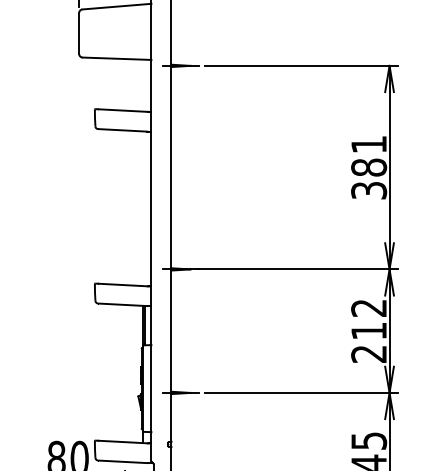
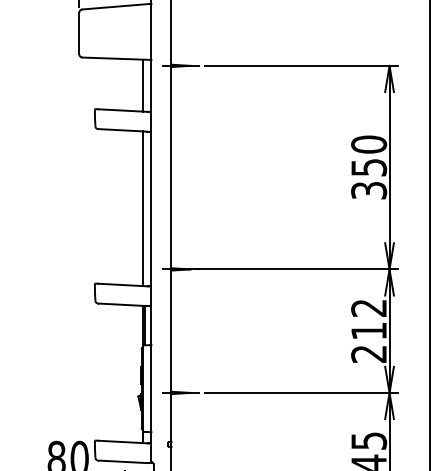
line at (142, 85): none -> present
text at (369, 155): 381 -> 350
line at (142, 208): none -> present
line at (430, 234): none -> present
